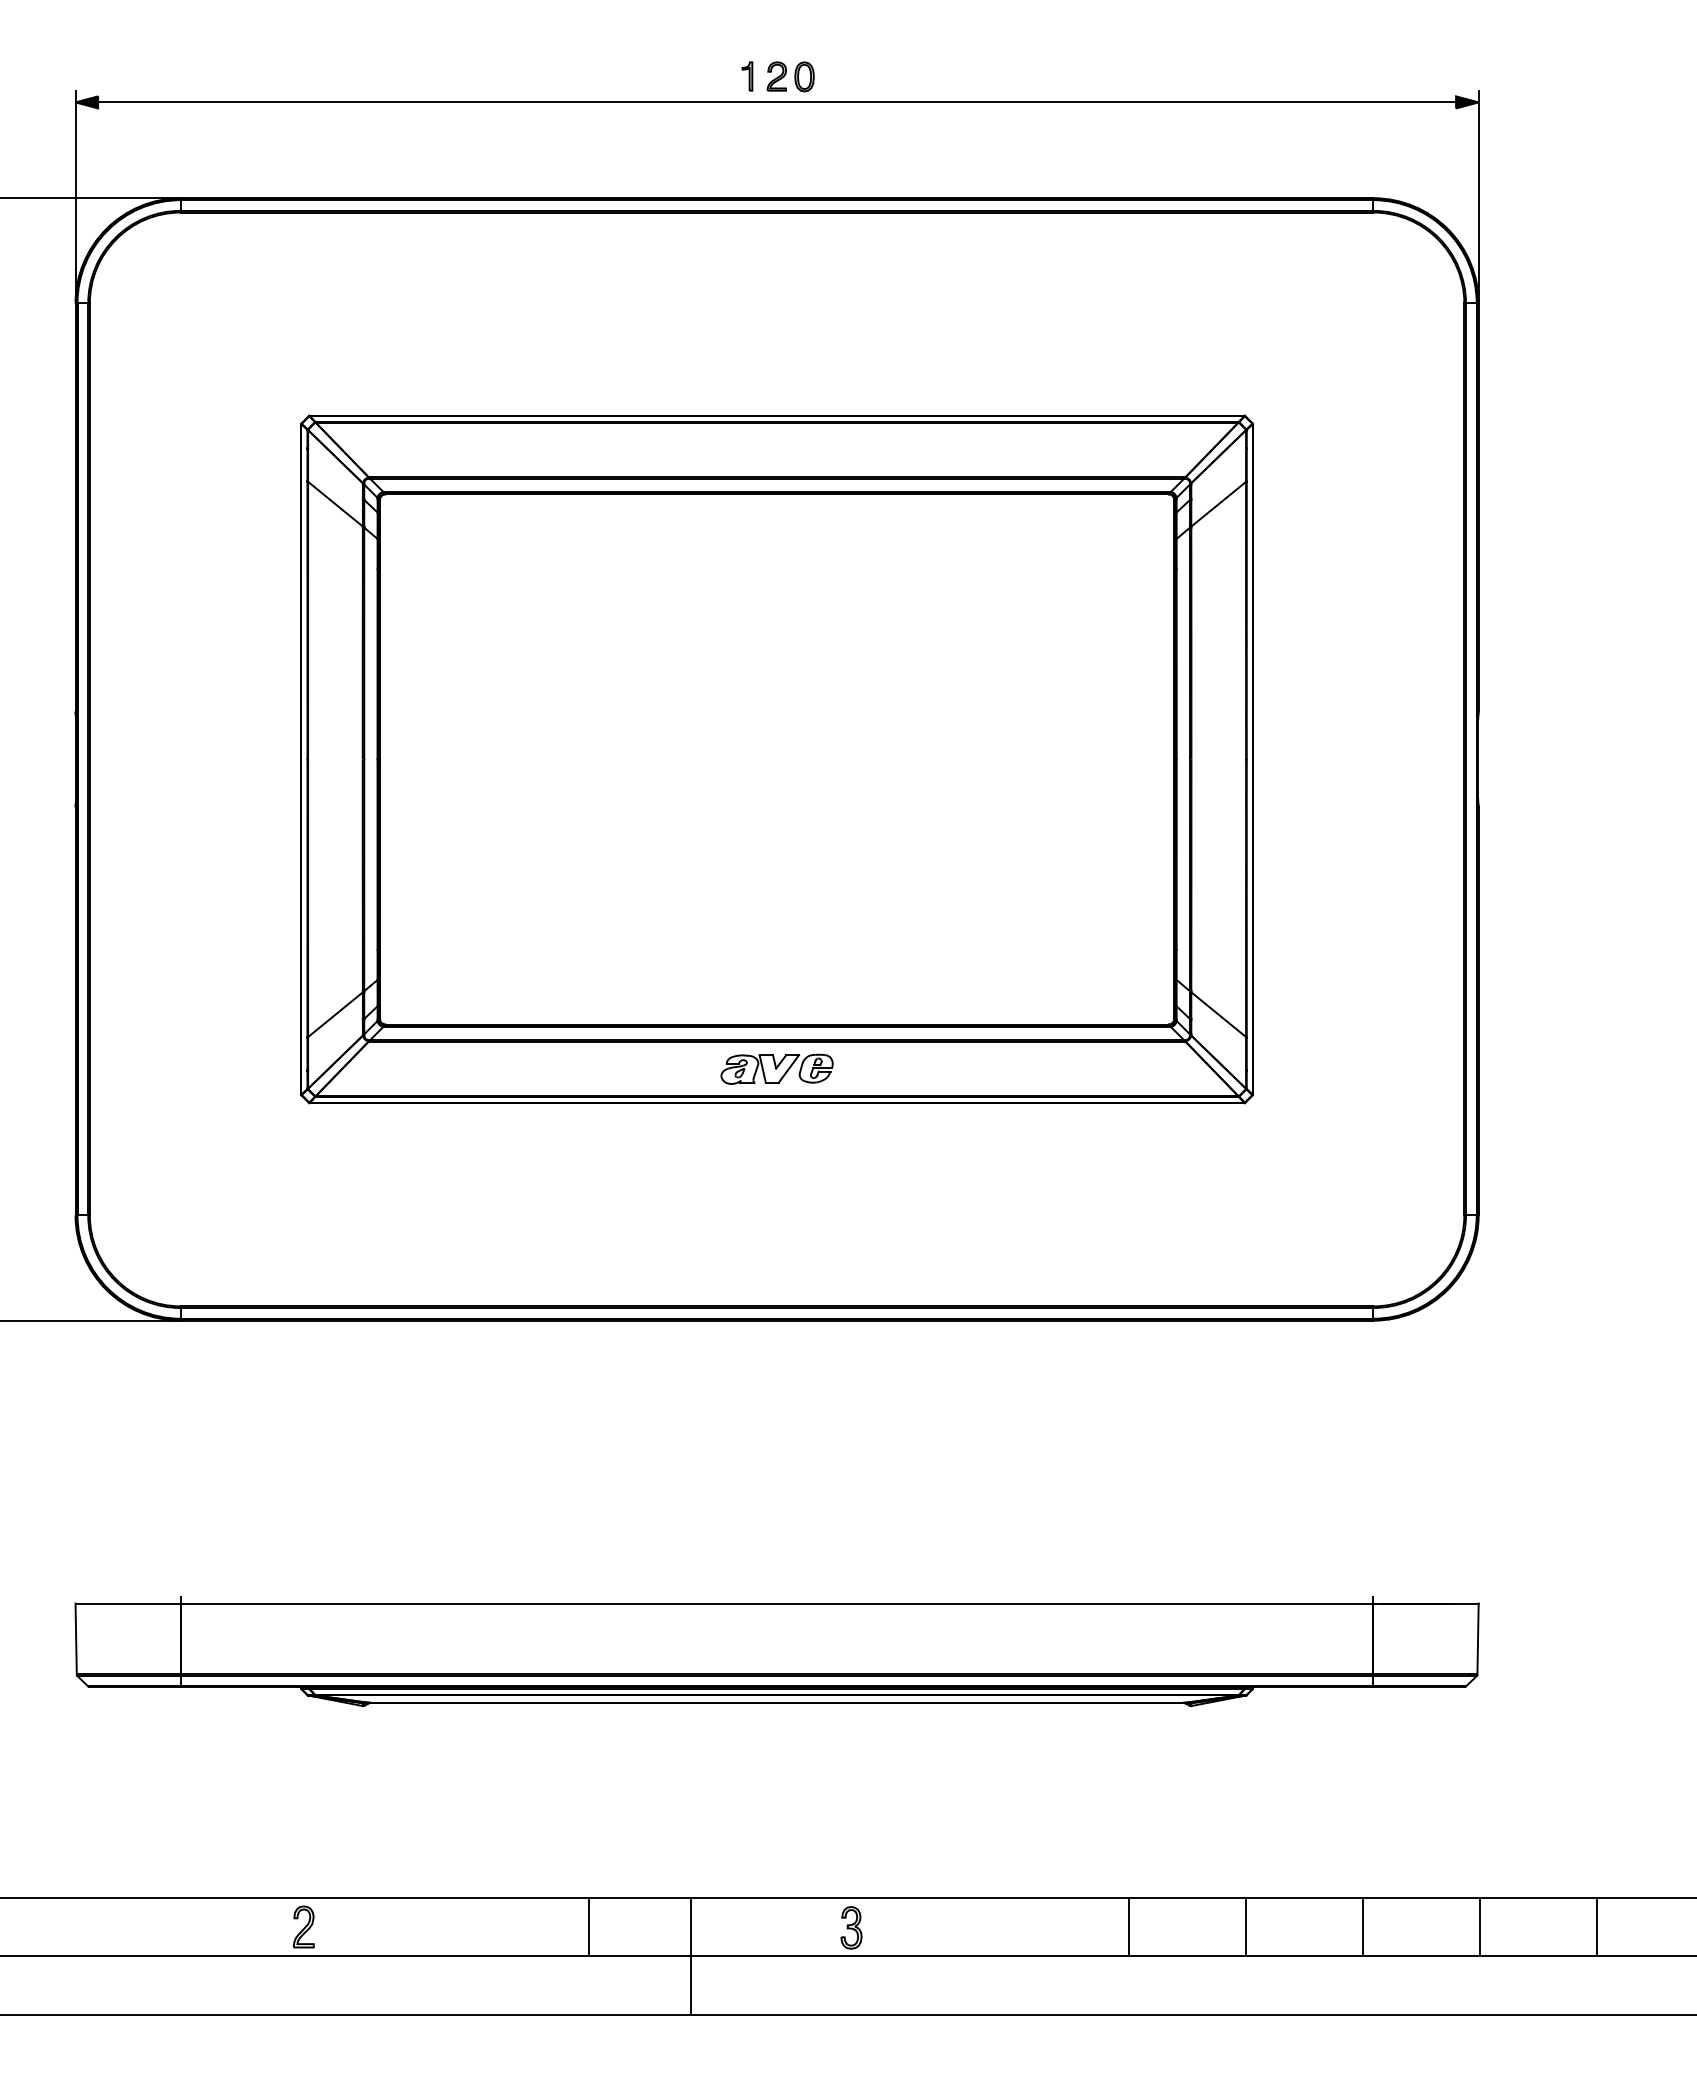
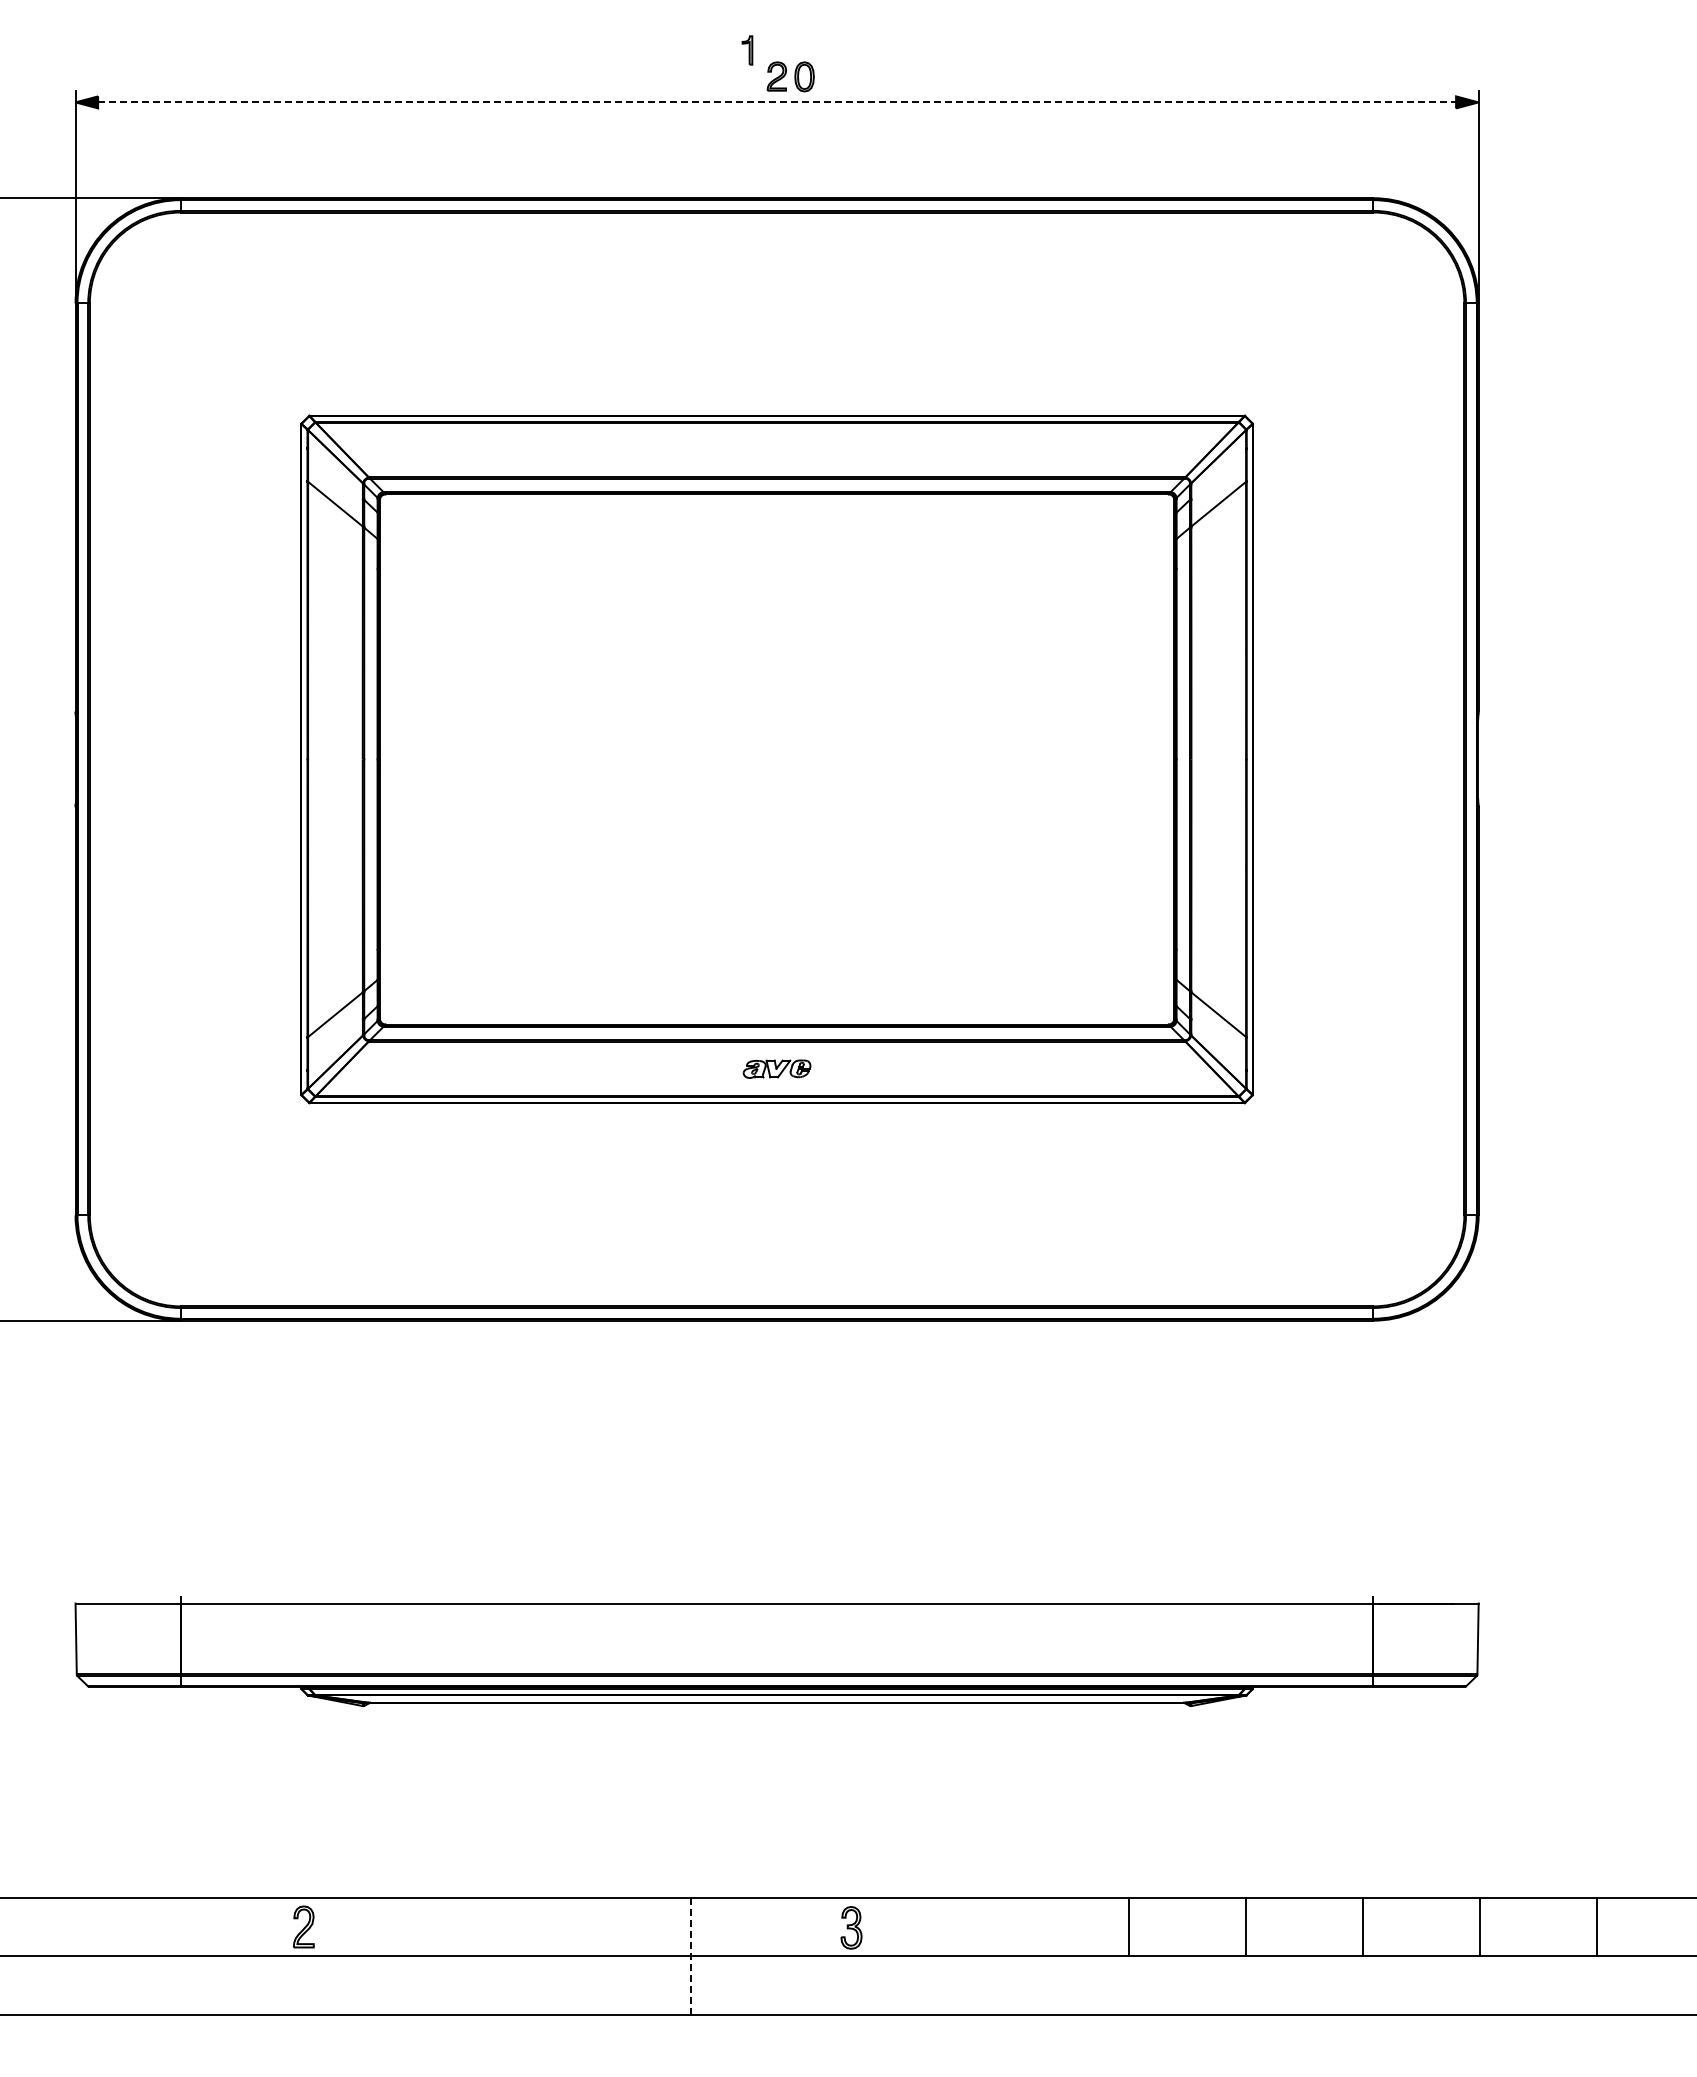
part at (747, 76) position: (747, 76) -> (747, 50)
line at (777, 102): solid -> dashed
part at (776, 1068) size: 114x32 px -> 70x20 px
line at (588, 1926): present -> none
line at (690, 1955): solid -> dashed
